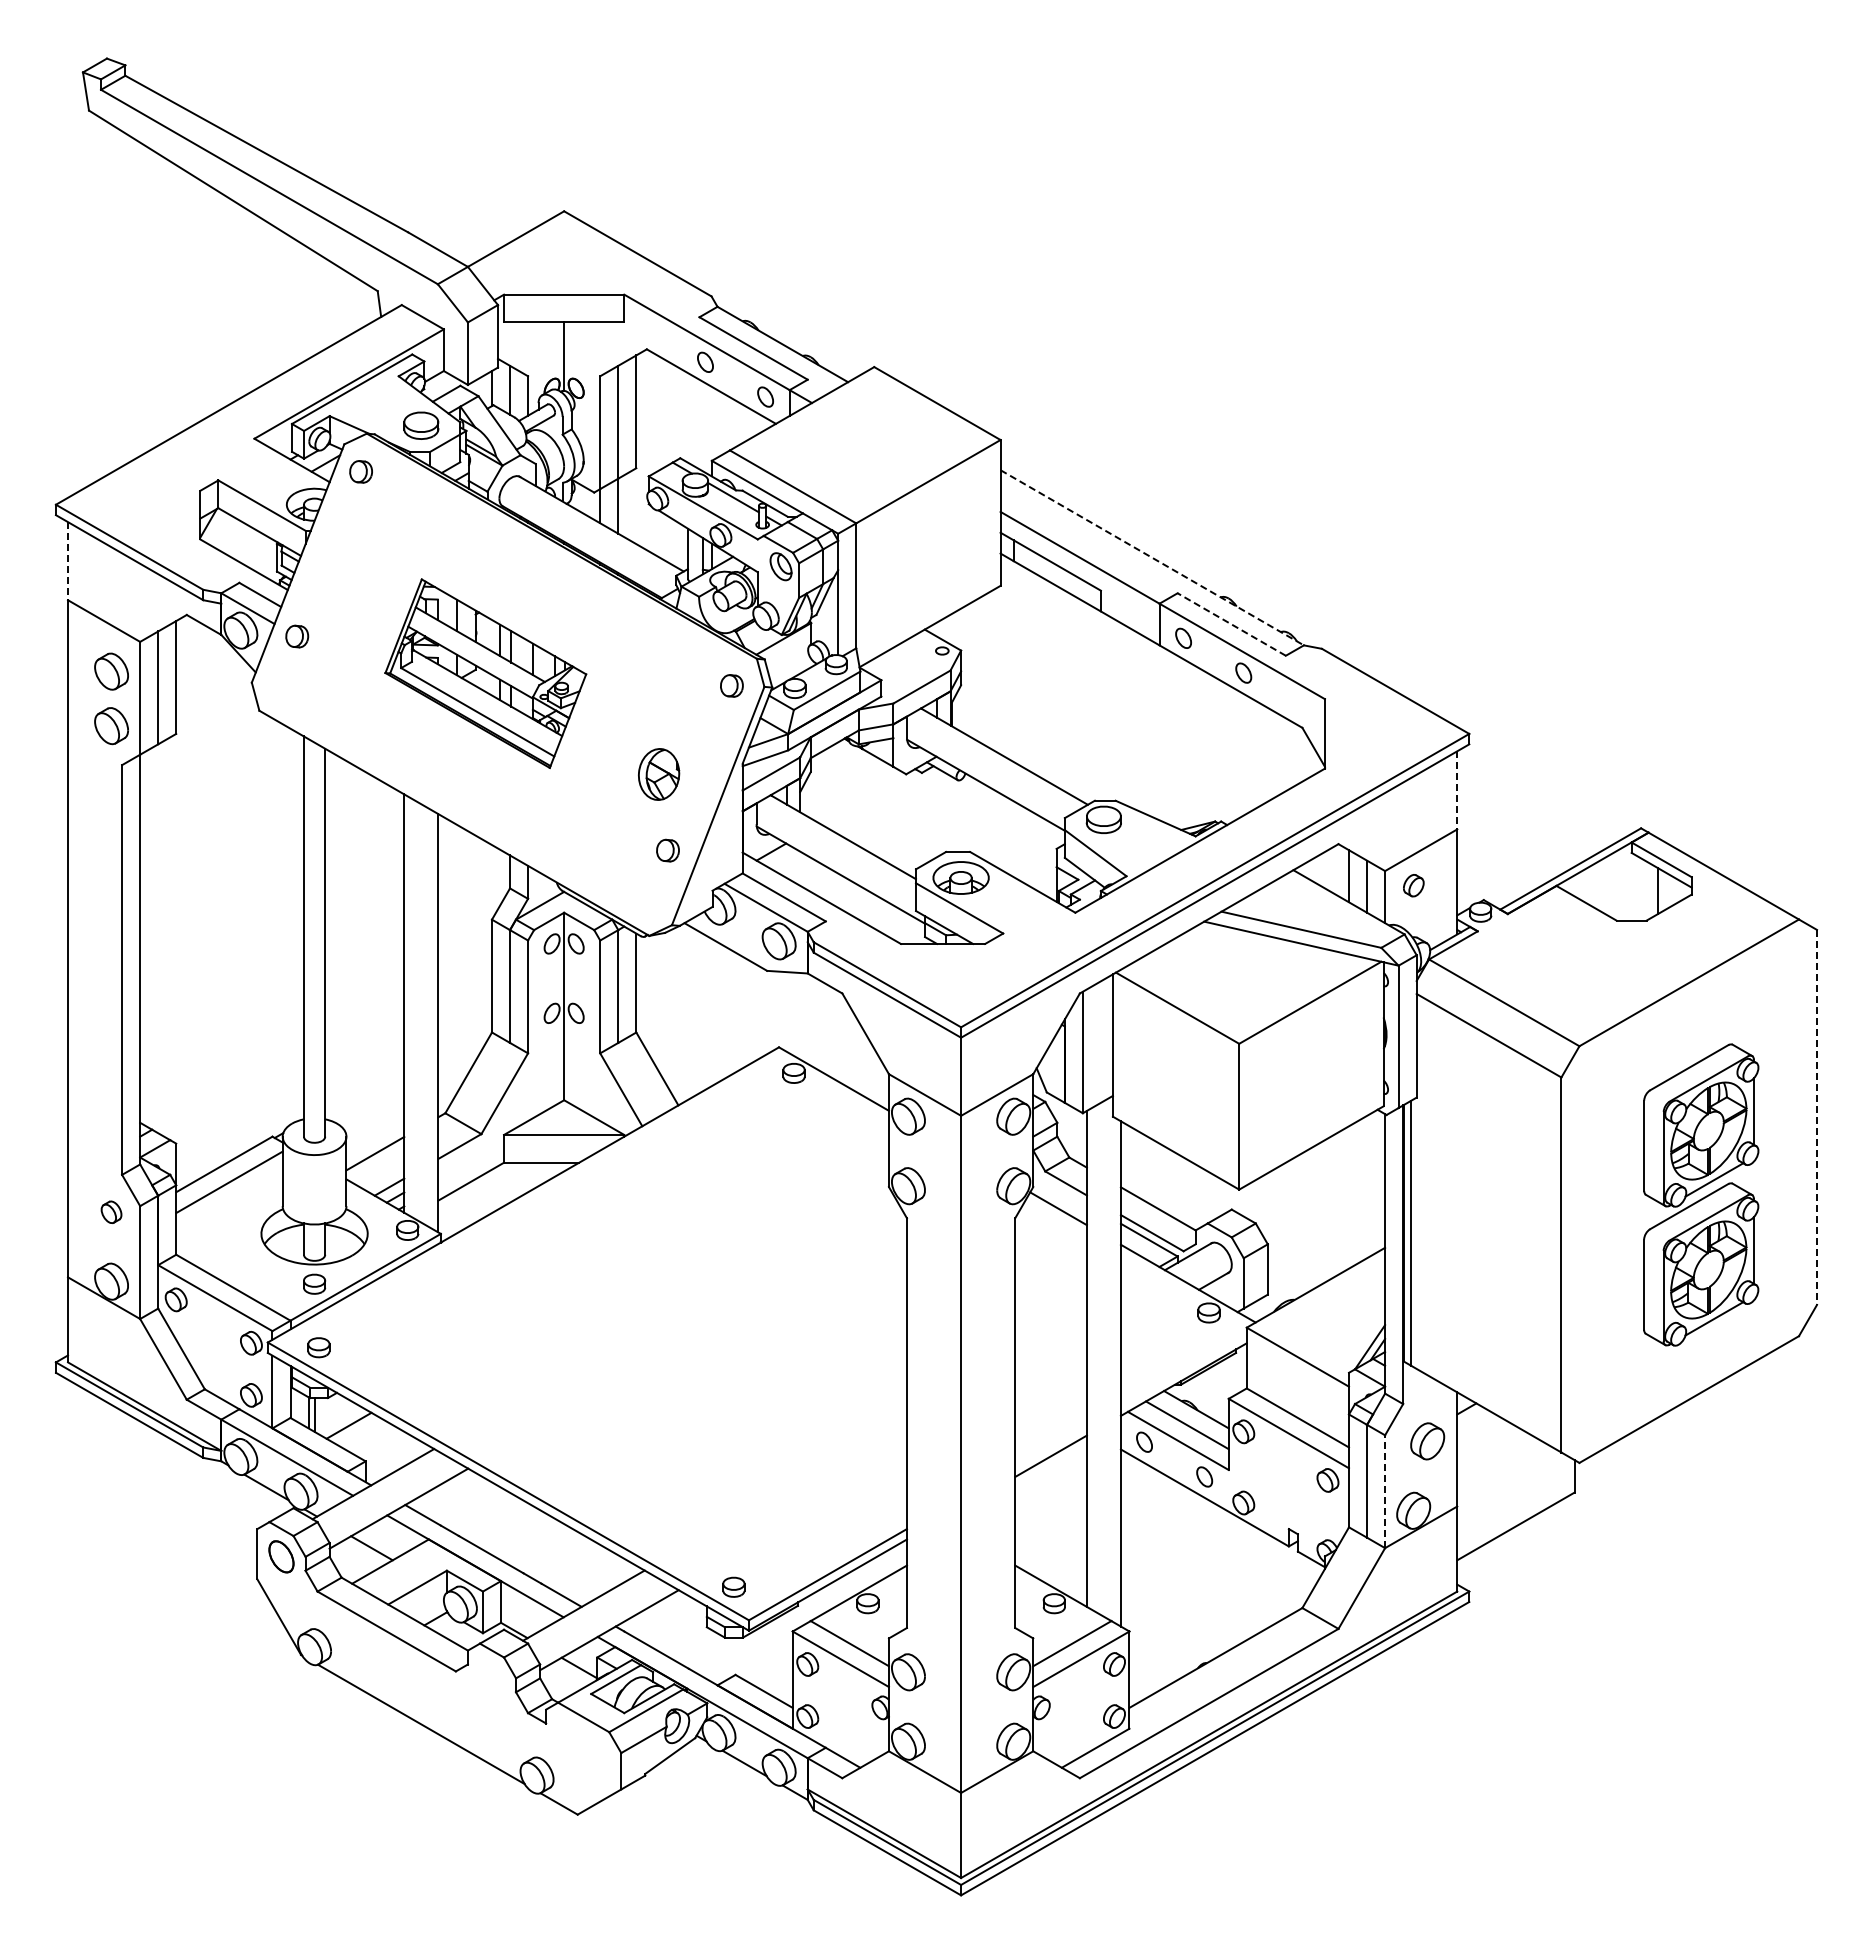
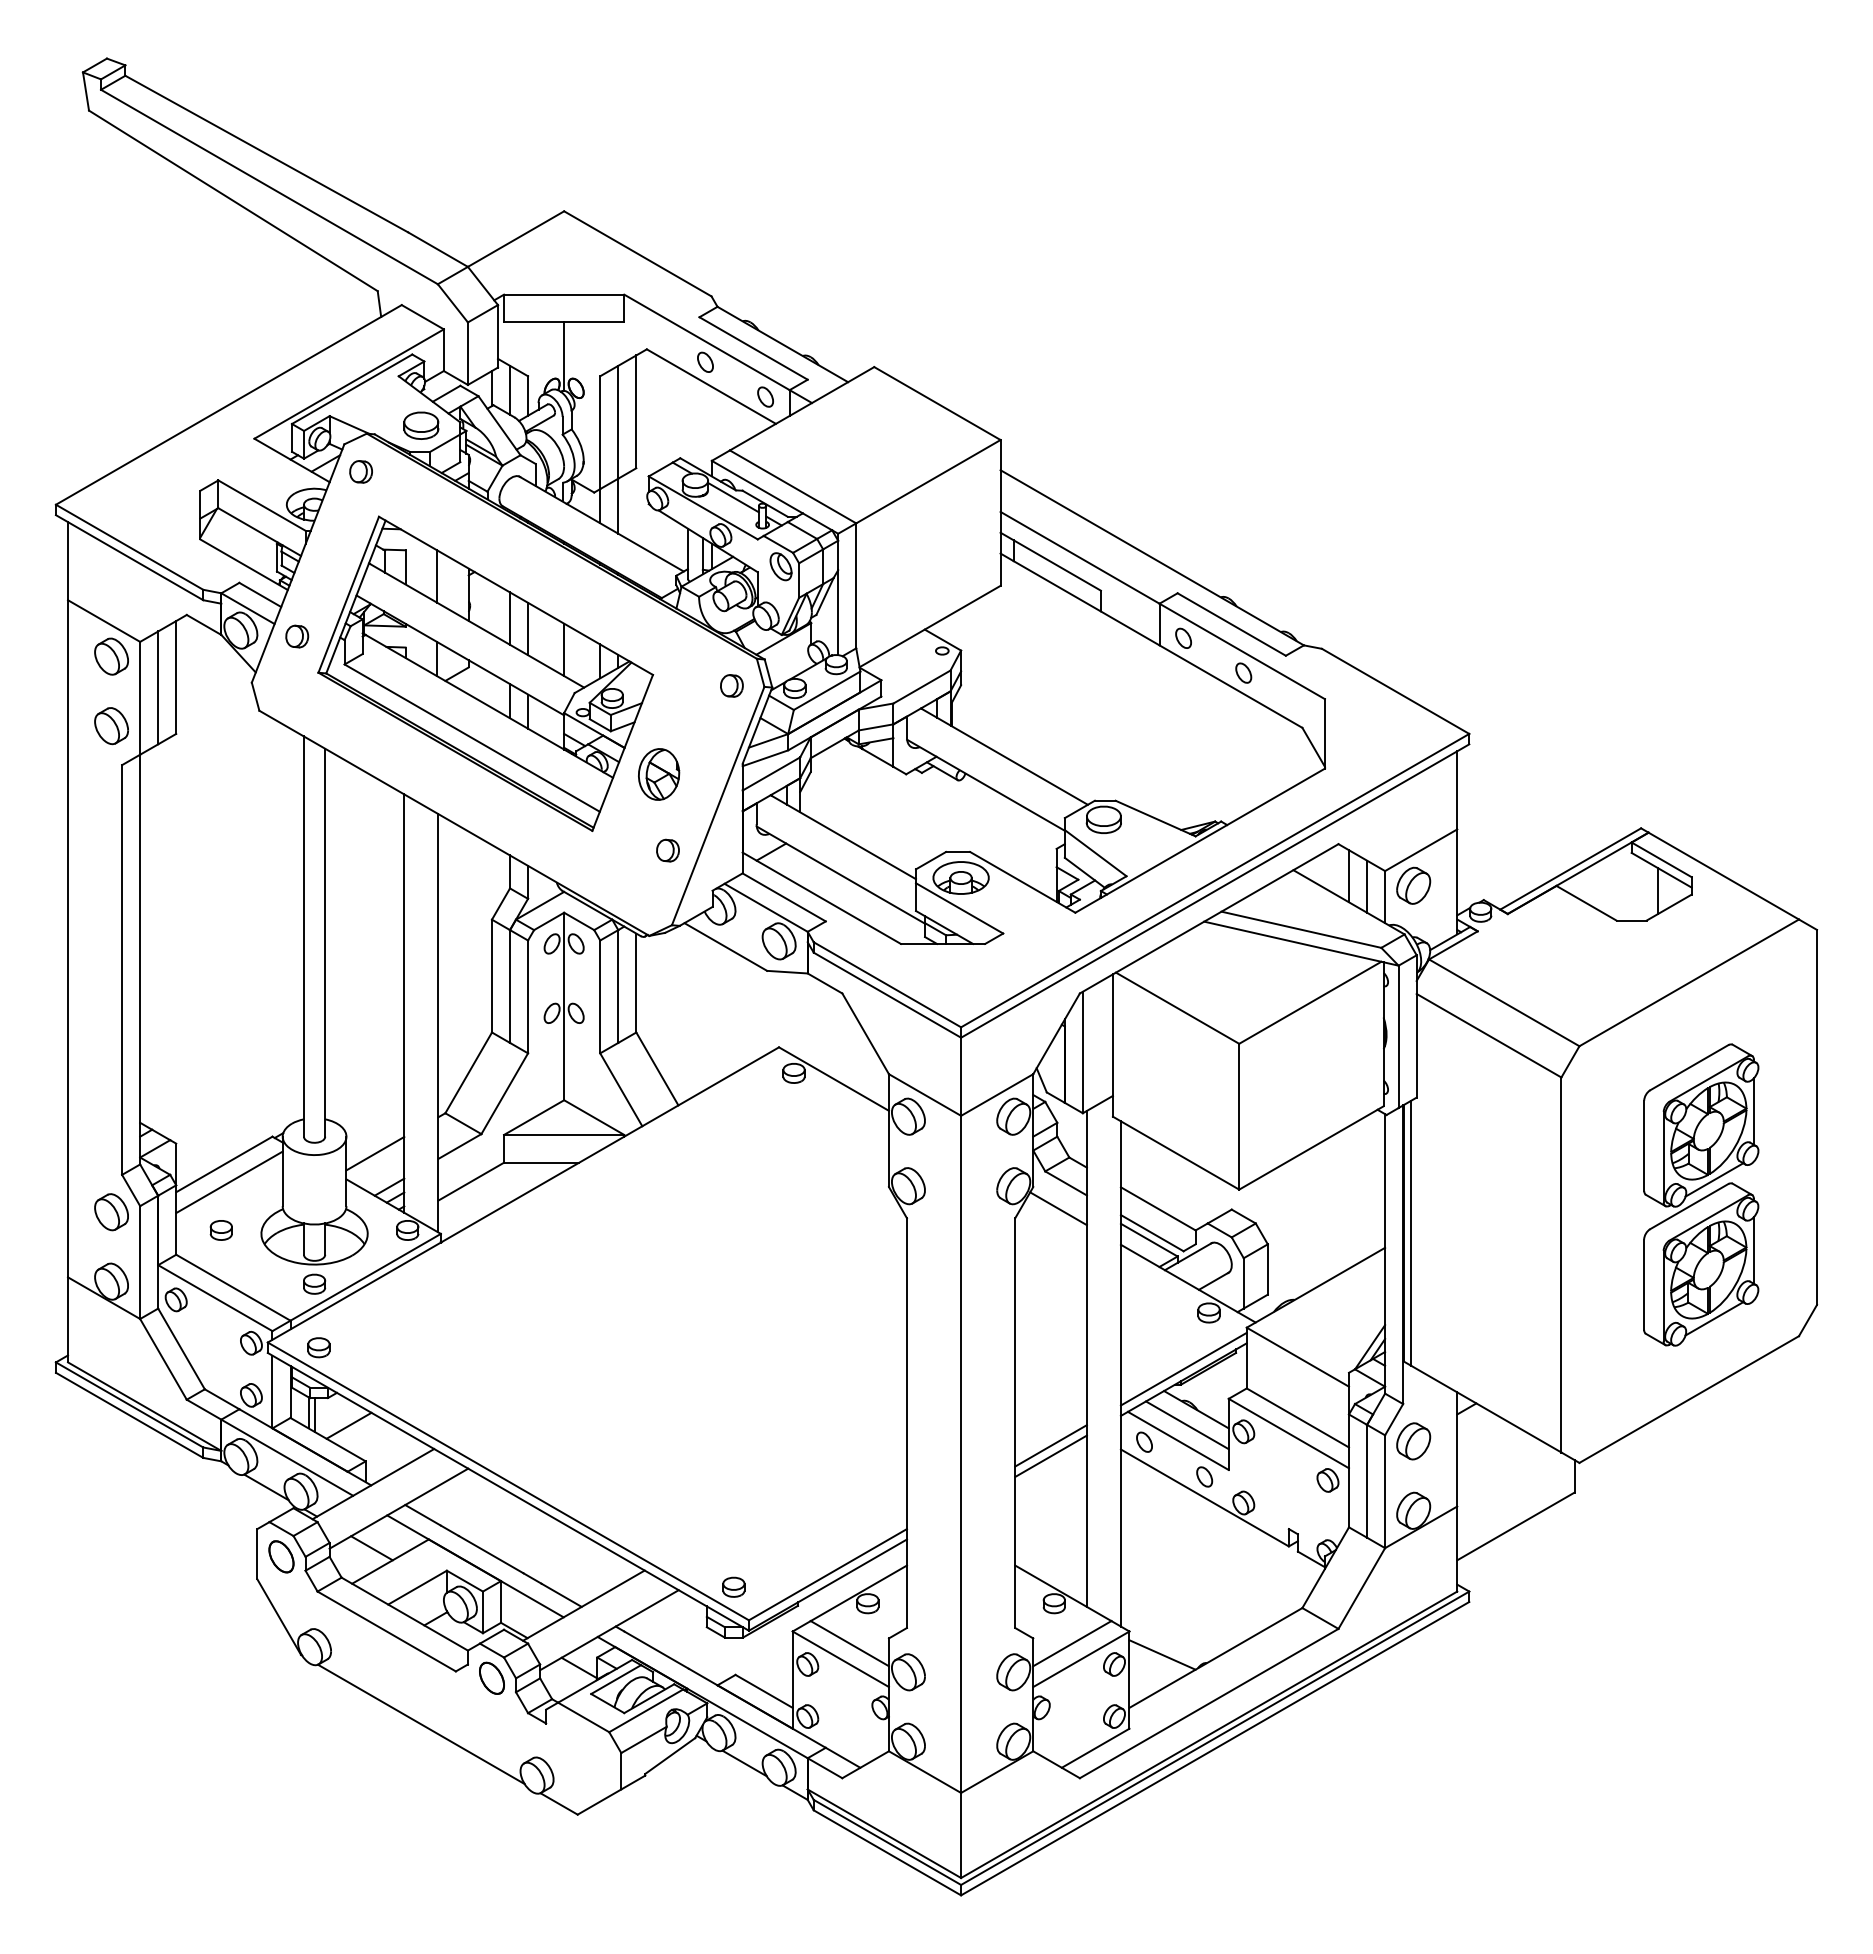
line at (1152, 558): dashed -> solid
line at (68, 561): dashed -> solid
line at (1231, 624): dashed -> solid
part at (111, 671) position: (111, 671) -> (111, 656)
part at (485, 673) size: 204x191 px -> 338x317 px
line at (1457, 790): dashed -> solid
part at (1413, 885) size: 22x24 px -> 36x39 px
line at (1817, 1117): dashed -> solid
part at (111, 1211) size: 23x24 px -> 35x39 px
part at (220, 1230): none -> present
line at (1183, 1368): none -> present
part at (1427, 1441) position: (1427, 1441) -> (1413, 1441)
line at (1050, 1445): none -> present
line at (1385, 1491): dashed -> solid
line at (1162, 1654): none -> present
part at (491, 1677): none -> present
